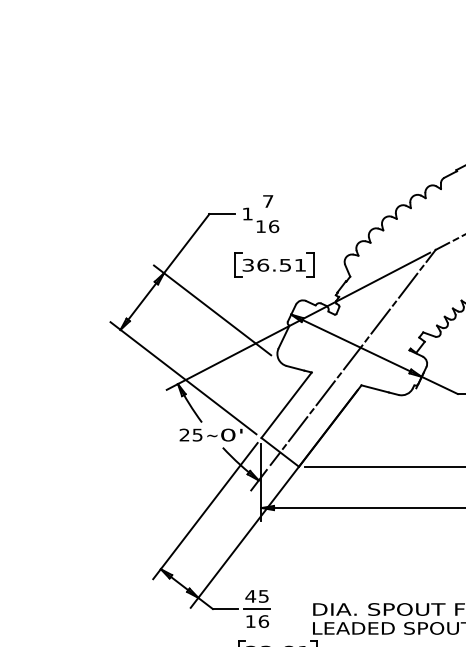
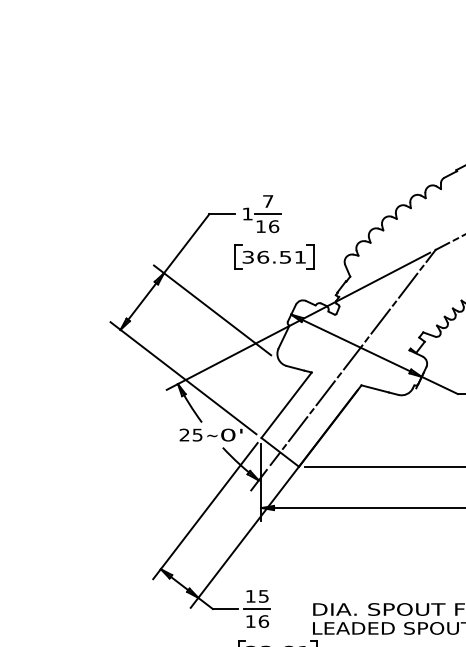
line at (267, 214): none -> present
part at (274, 264) position: (274, 264) -> (274, 256)
text at (250, 596): 45 -> 15
